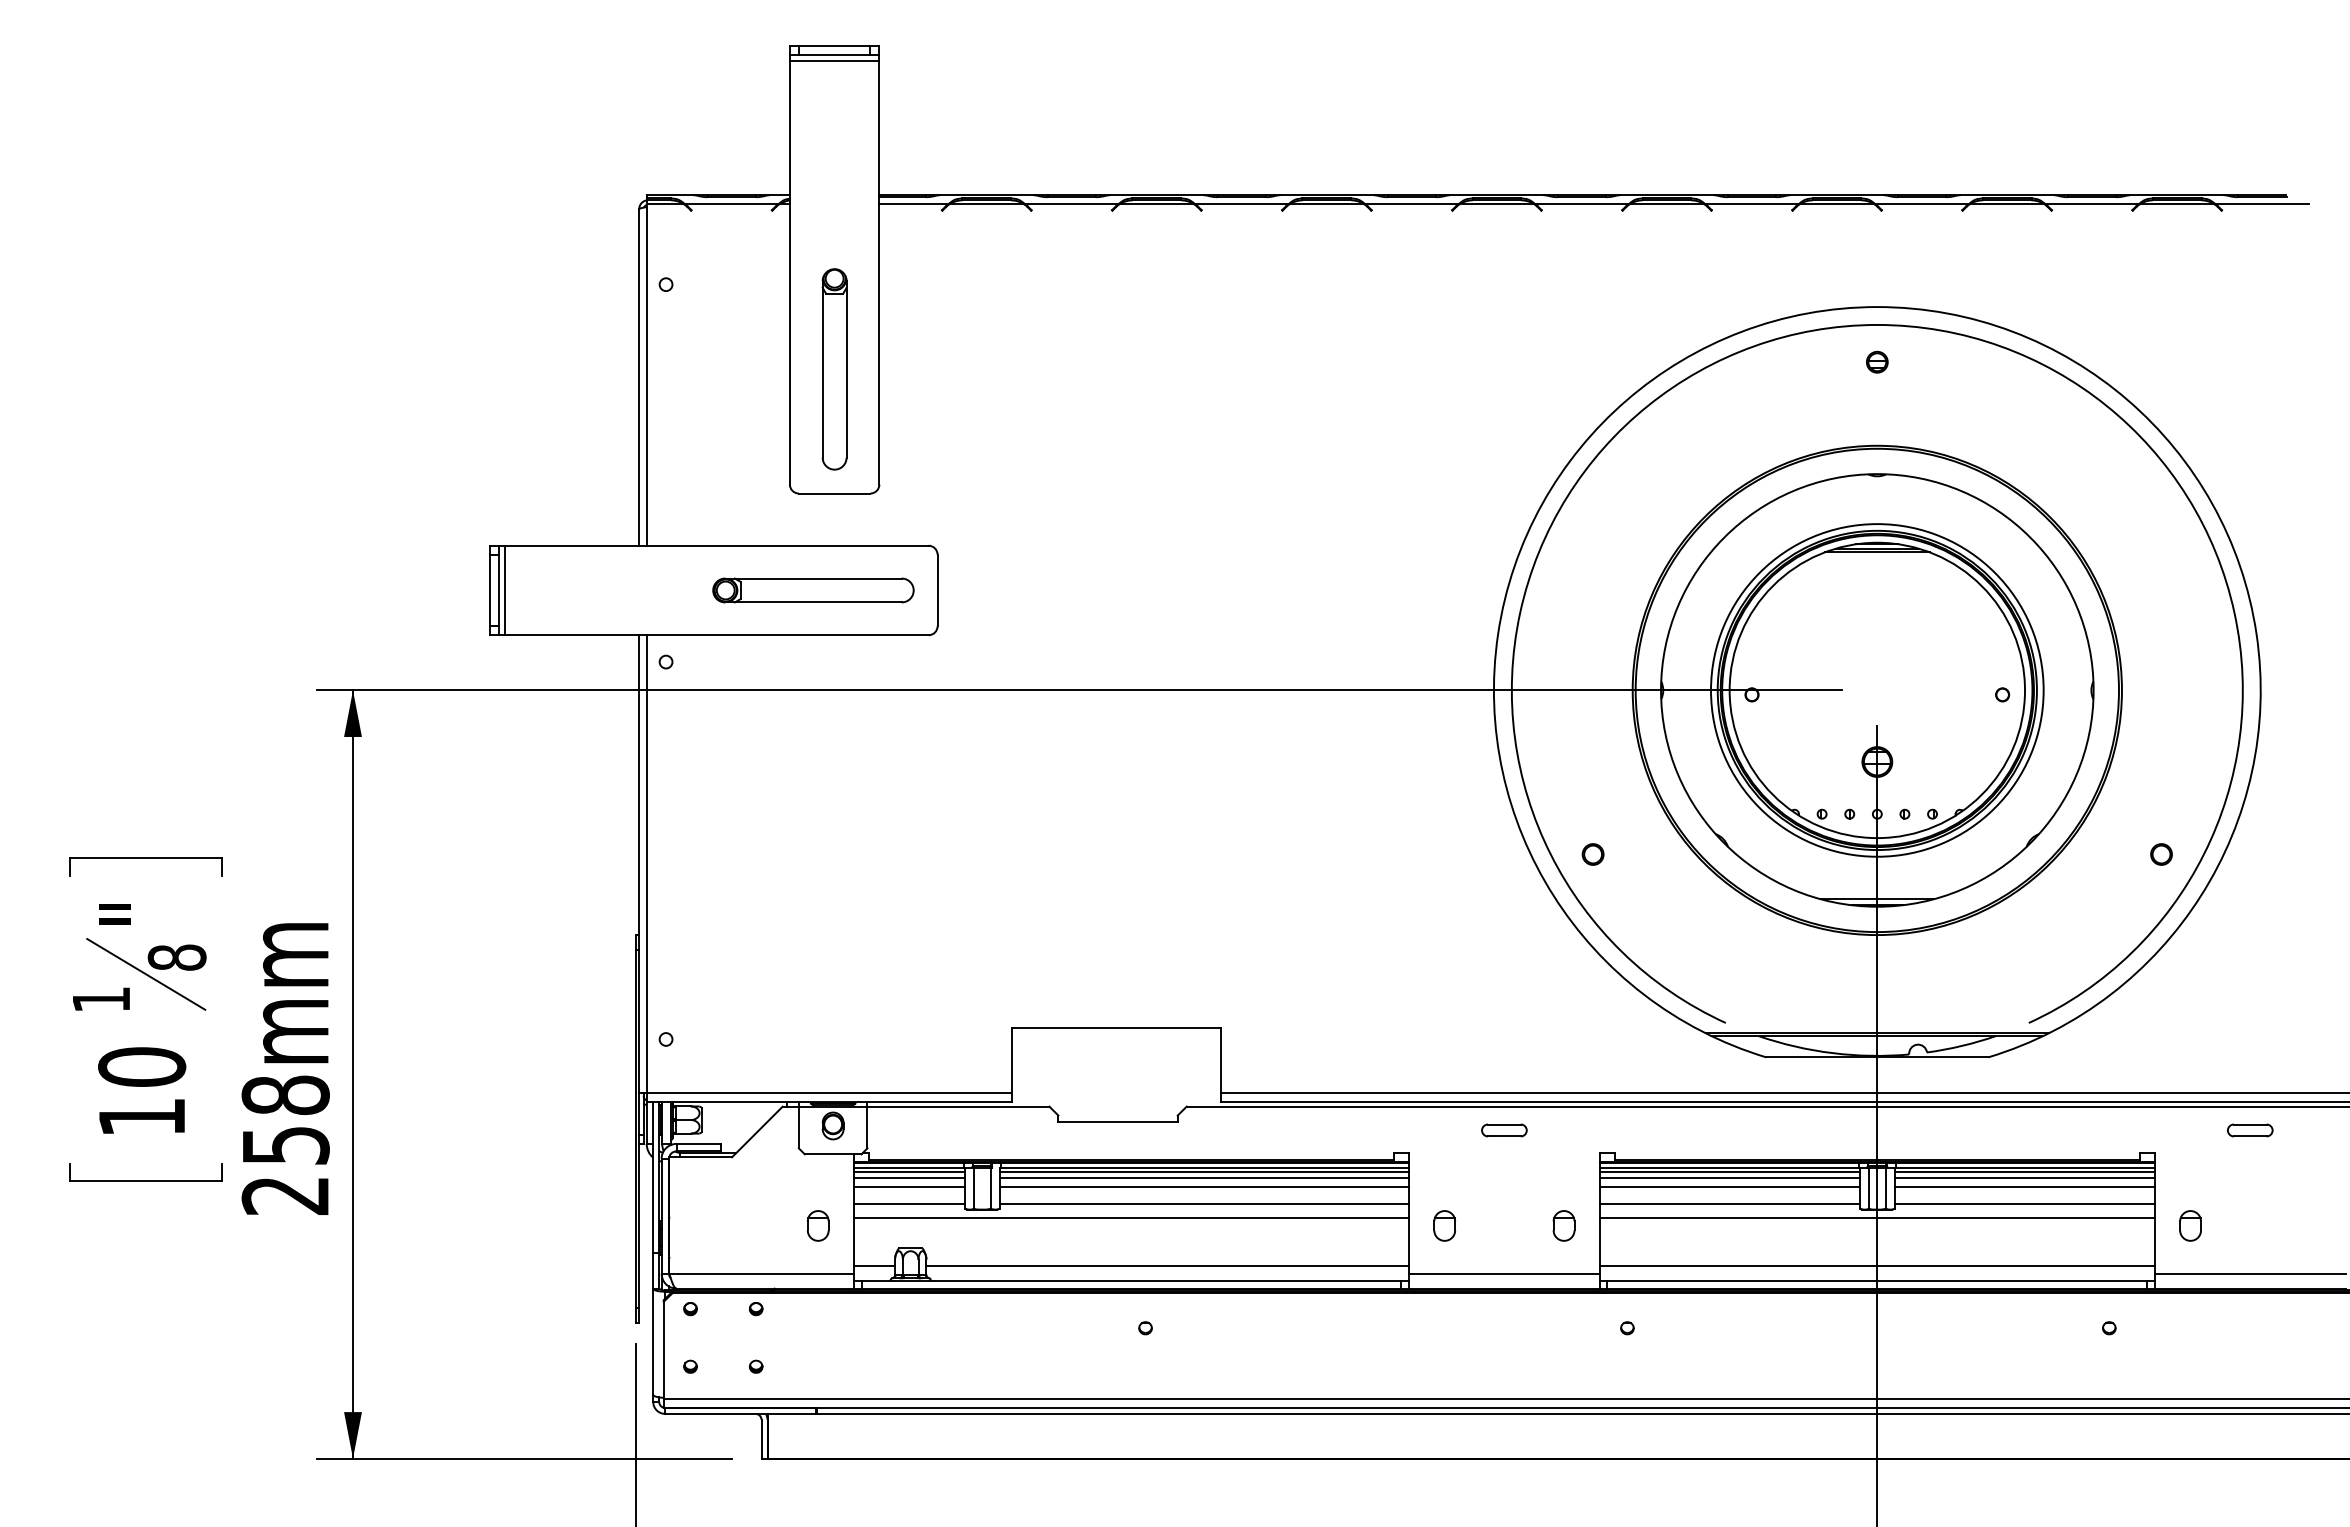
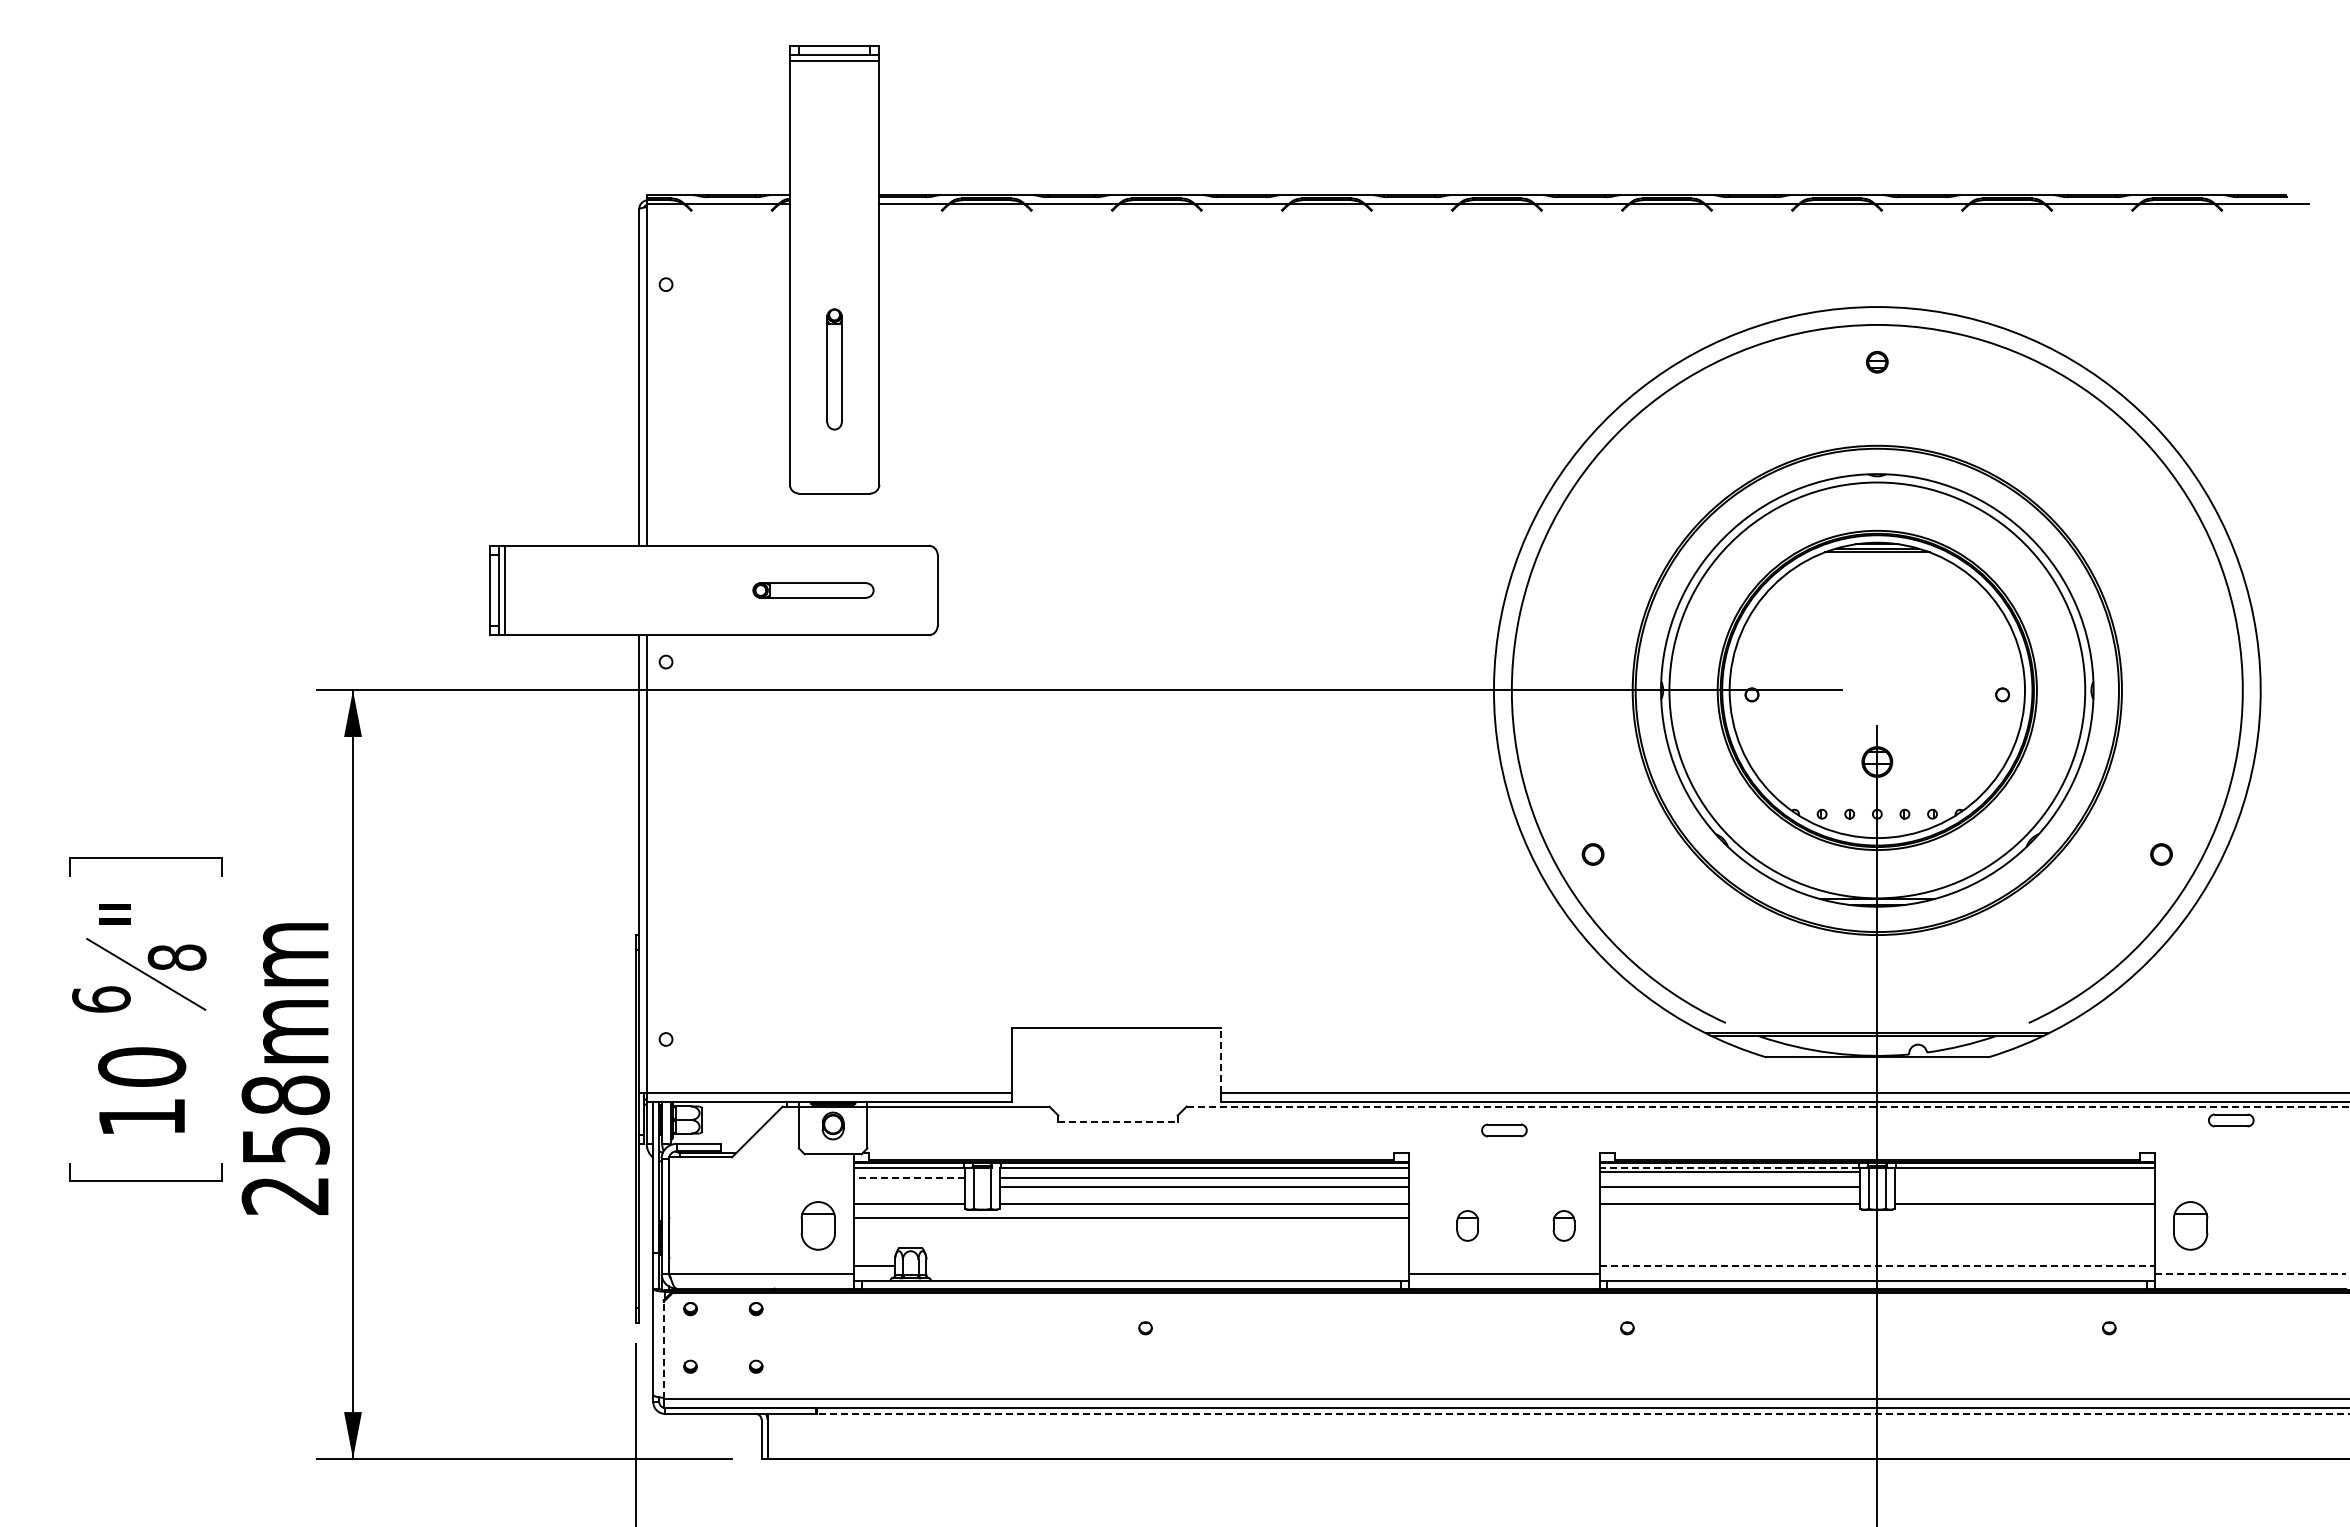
part at (834, 369) size: 27x203 px -> 17x123 px
part at (813, 590) size: 203x27 px -> 123x17 px
circle at (1877, 690) diameter: 333 px -> 416 px
text at (101, 999): 1 -> 6
line at (1220, 1060): solid -> dashed
line at (1768, 1106): solid -> dashed
line at (1118, 1121): solid -> dashed
part at (2250, 1130) position: (2250, 1130) -> (2231, 1120)
line at (1728, 1167): solid -> dashed
line at (909, 1172): present -> none
line at (1203, 1172): present -> none
line at (2024, 1172): present -> none
line at (909, 1178): solid -> dashed
line at (1729, 1178): present -> none
line at (2024, 1178): present -> none
line at (909, 1187): present -> none
line at (2024, 1187): present -> none
line at (1876, 1218): present -> none
part at (817, 1225) size: 24x32 px -> 36x50 px
part at (1444, 1225) position: (1444, 1225) -> (1467, 1225)
part at (2190, 1225) size: 23x32 px -> 36x50 px
line at (1167, 1266): present -> none
line at (1877, 1266): solid -> dashed
line at (2250, 1273): solid -> dashed
line at (663, 1350): solid -> dashed
line at (1582, 1413): solid -> dashed
